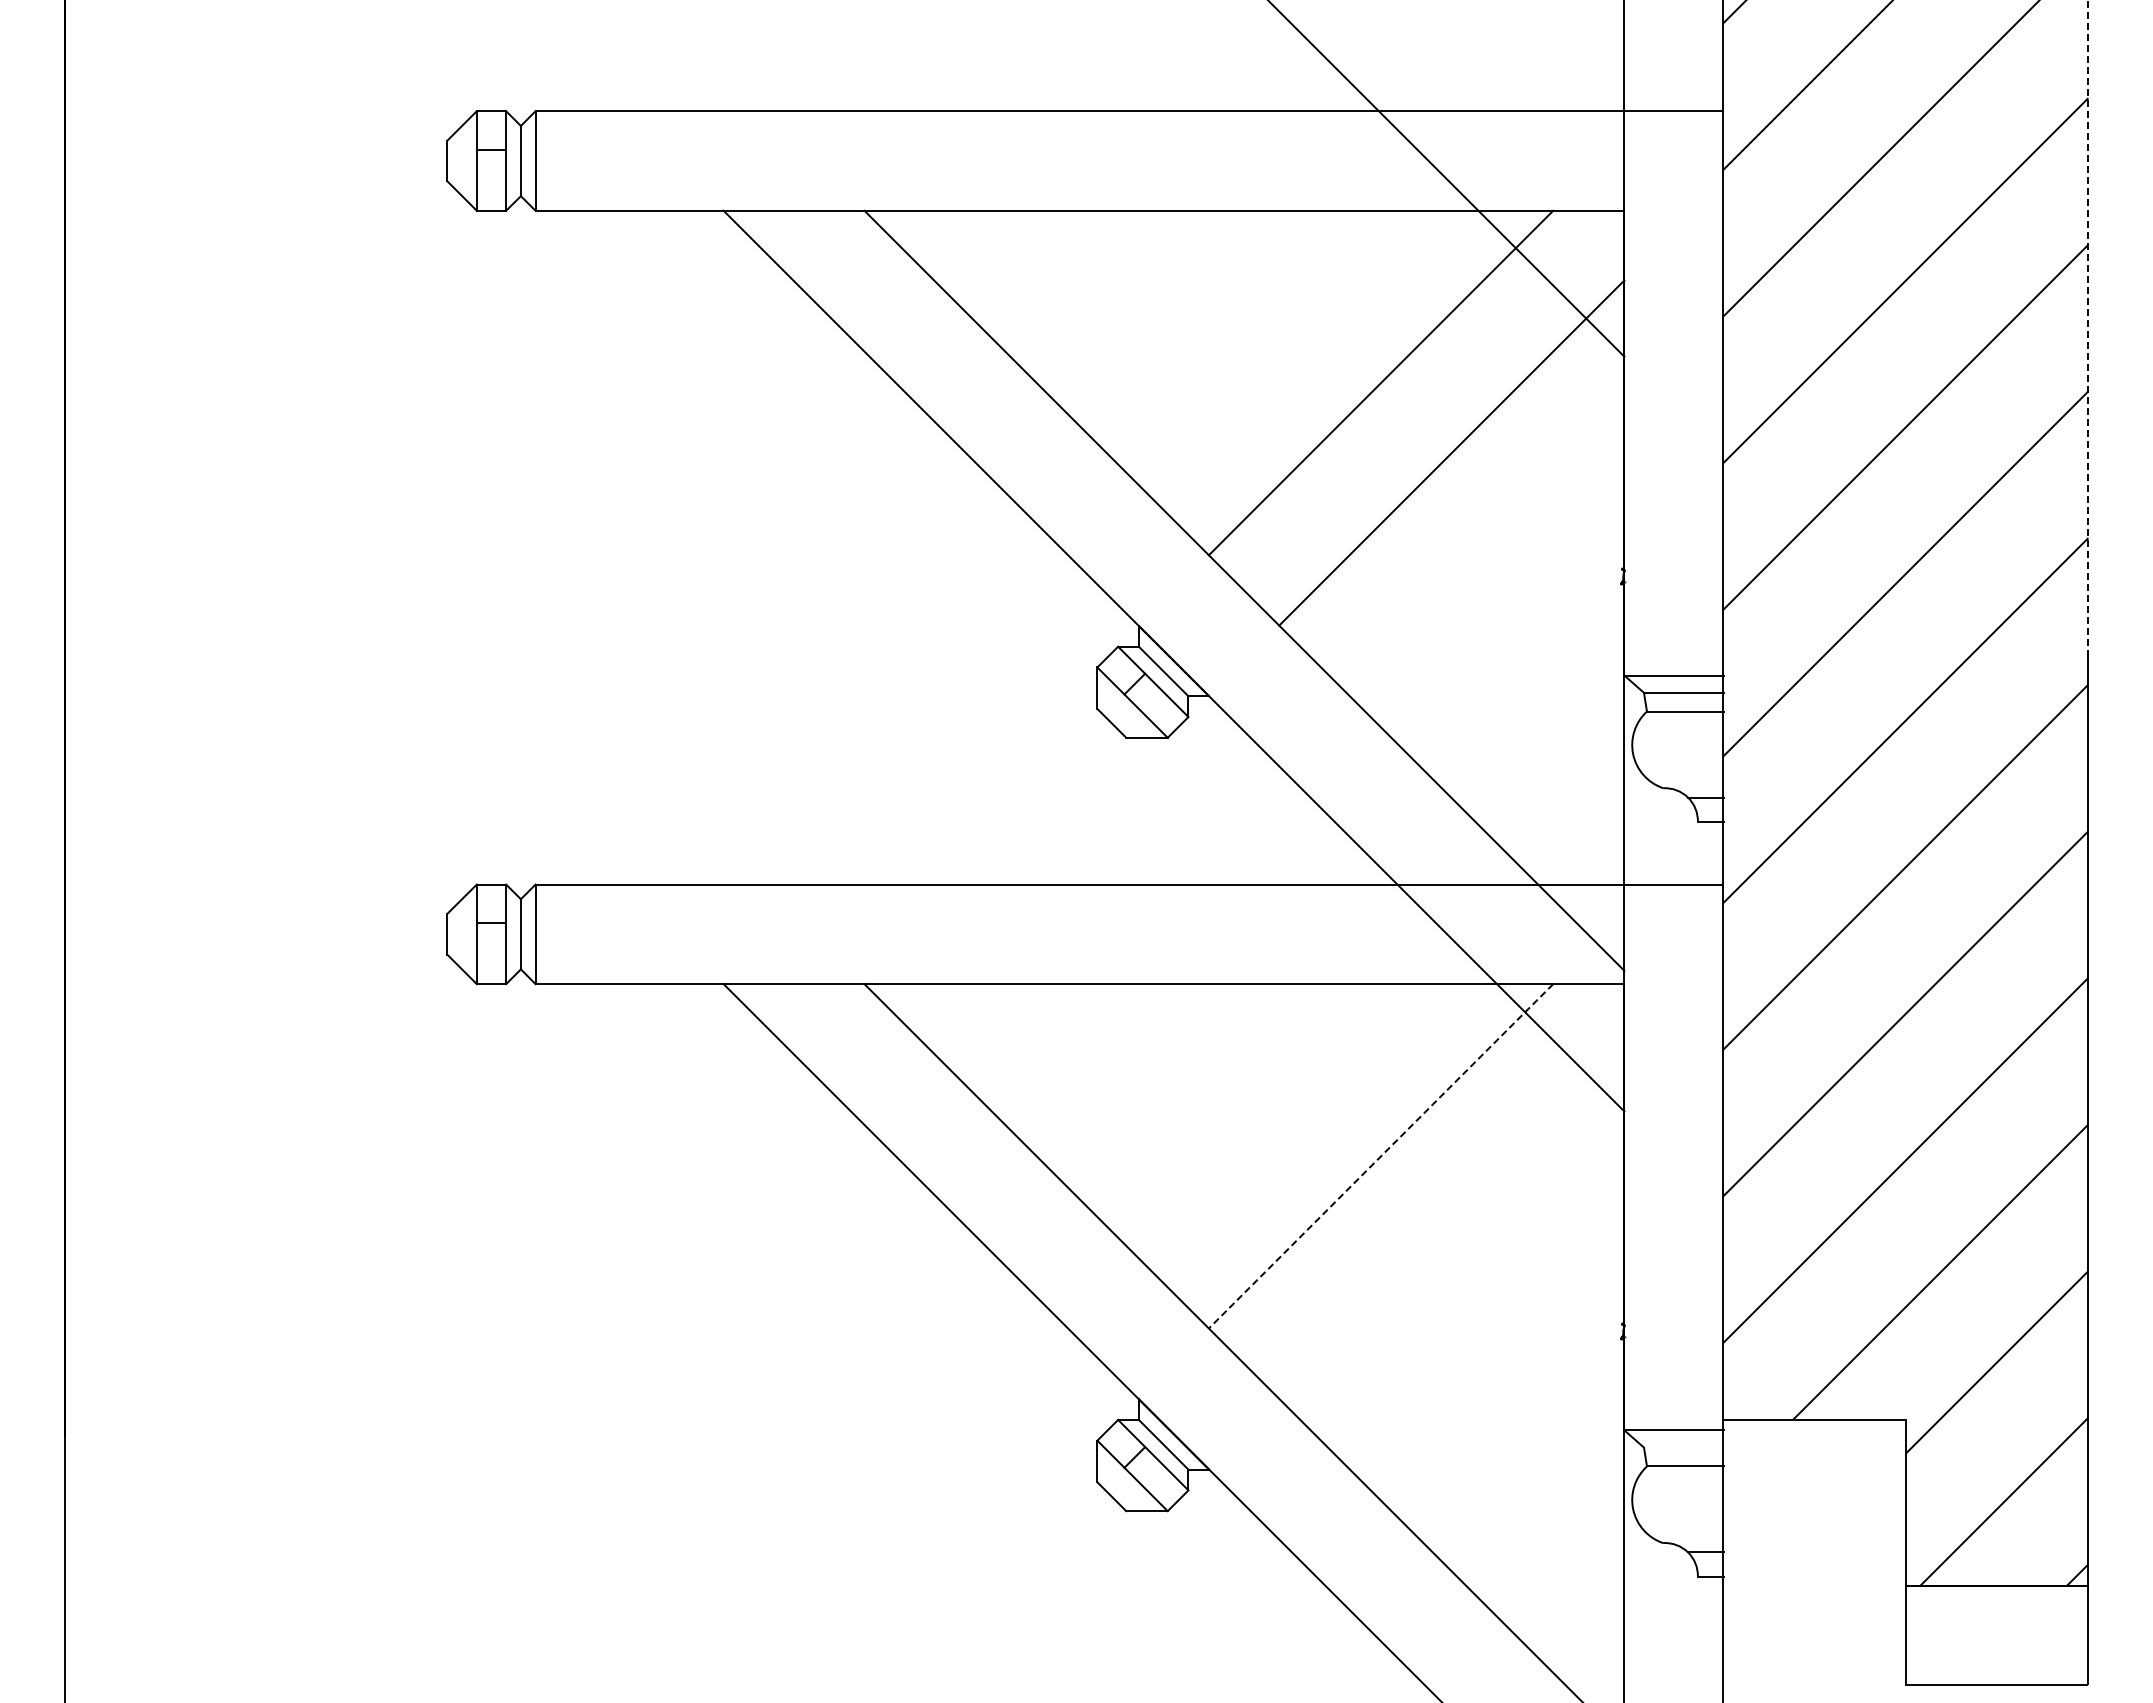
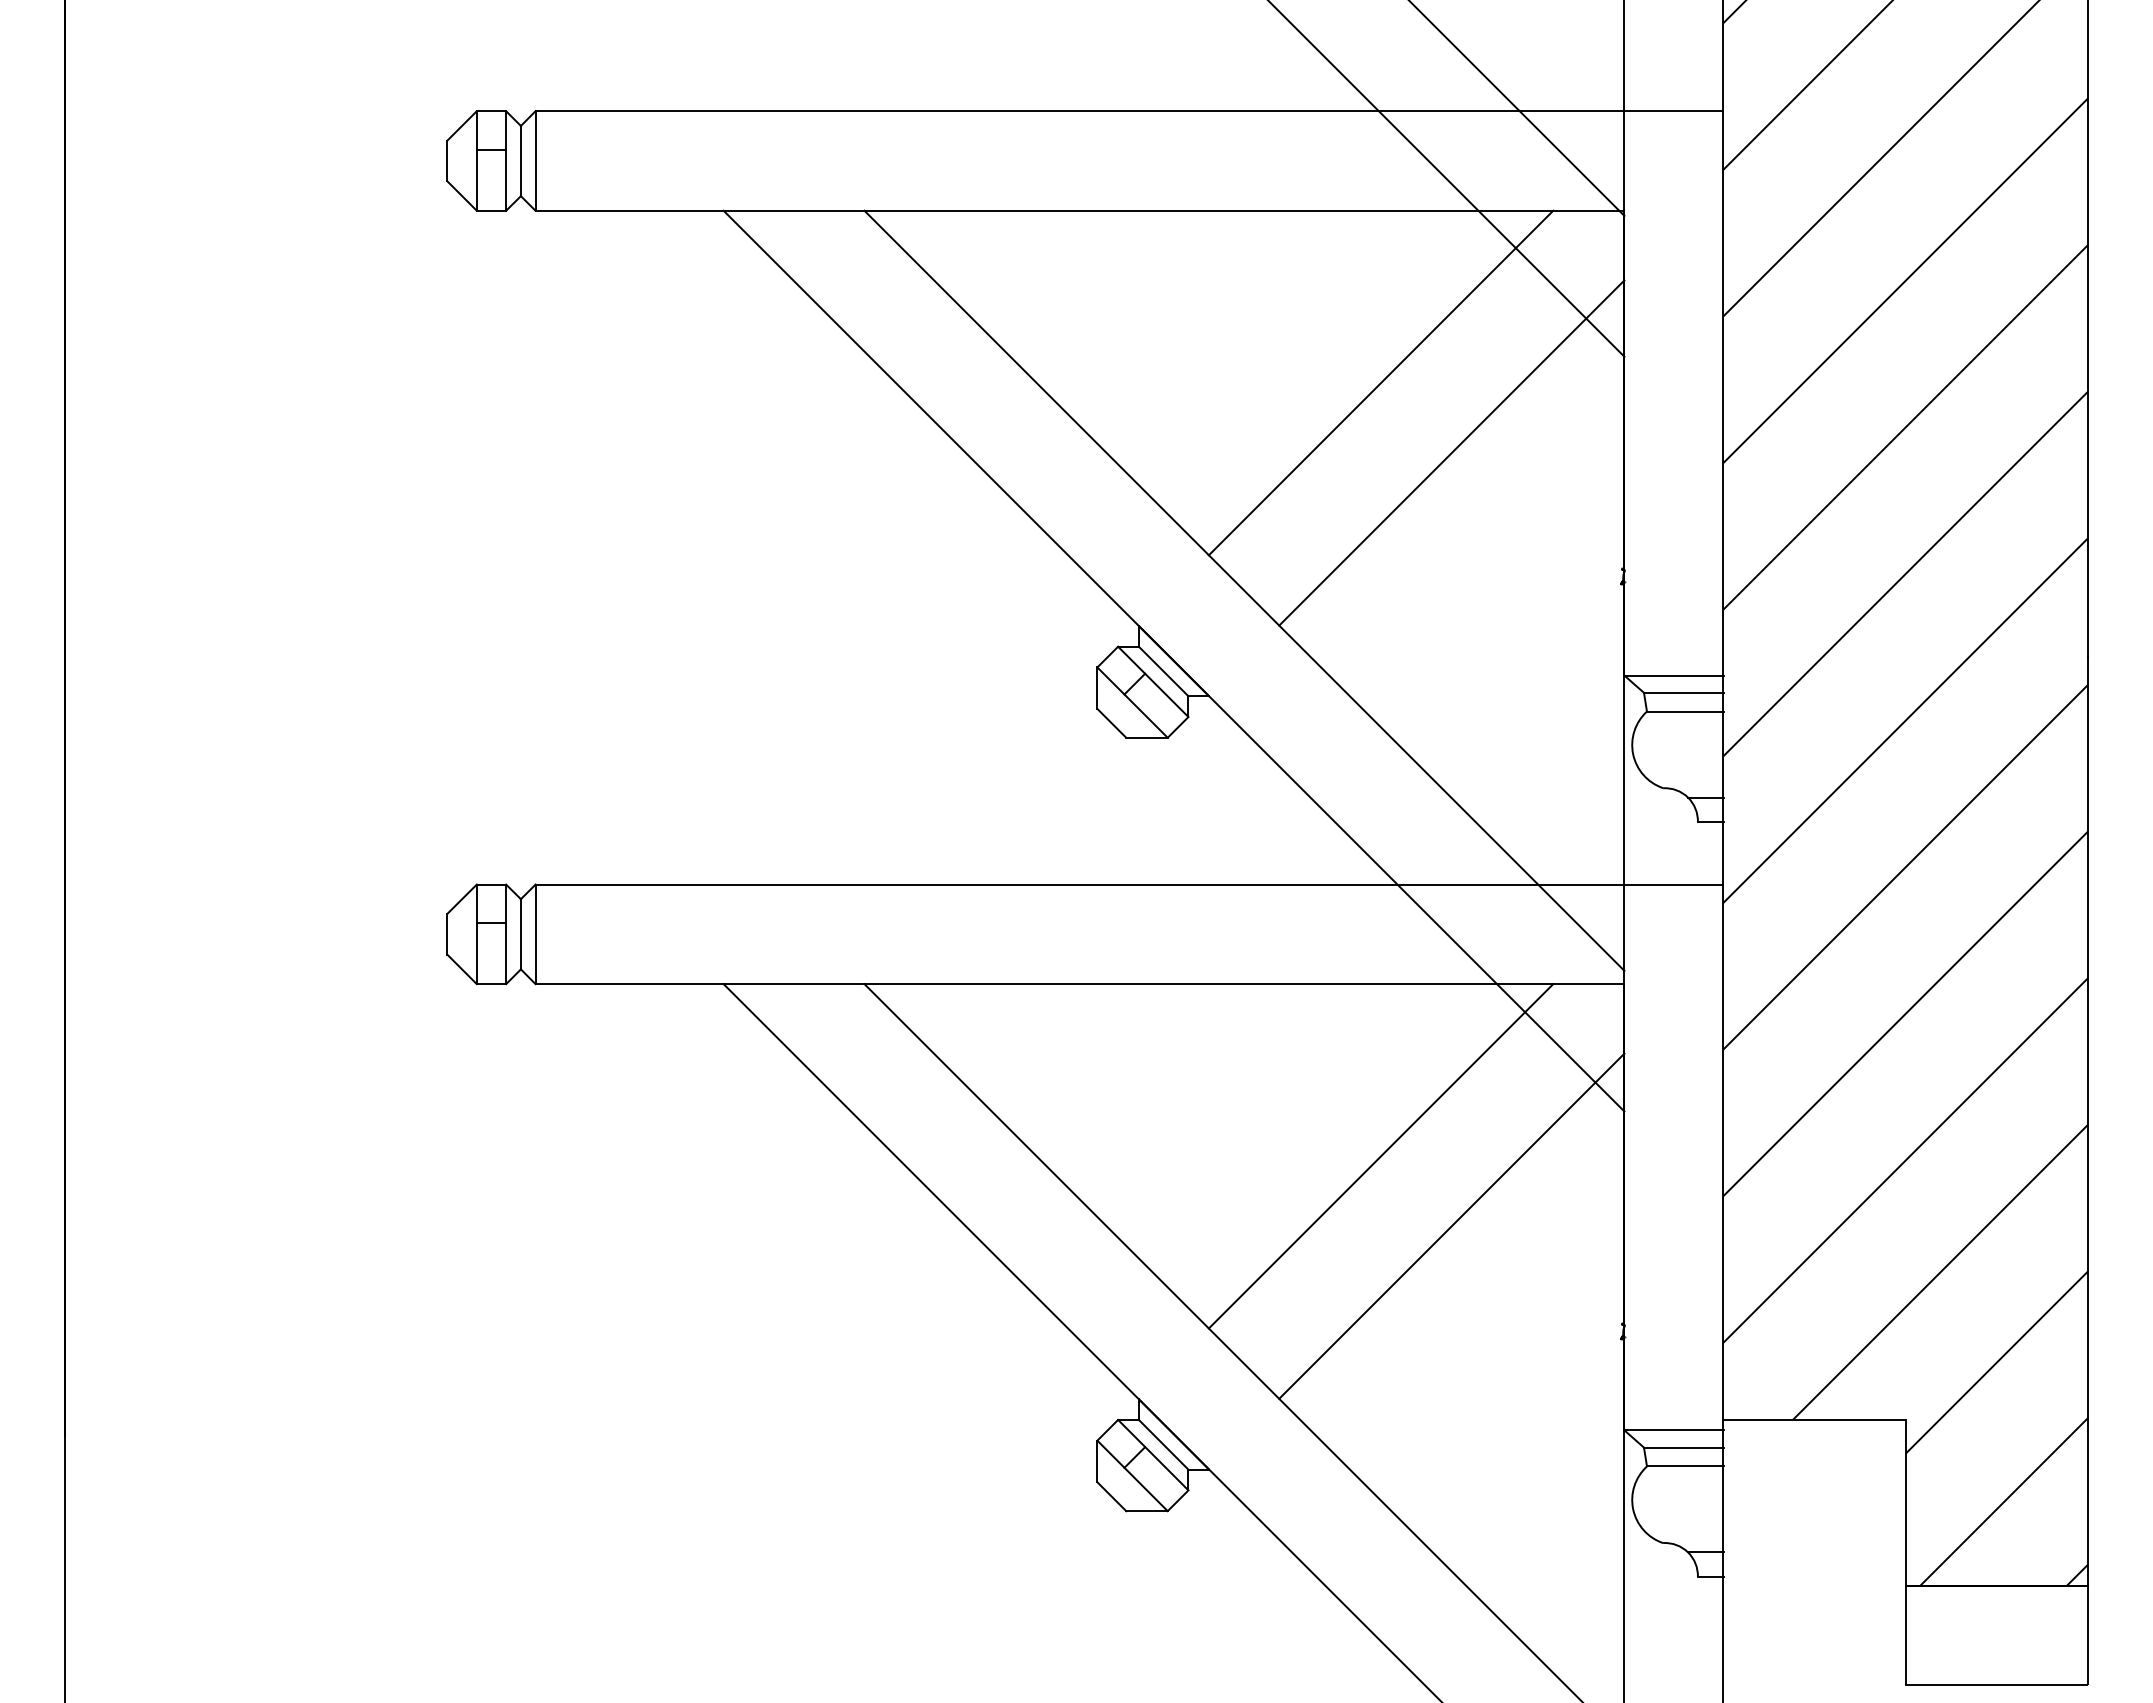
line at (1517, 108): none -> present
line at (2088, 328): dashed -> solid
line at (1381, 1156): dashed -> solid
line at (1451, 1225): none -> present
line at (1683, 1447): none -> present
